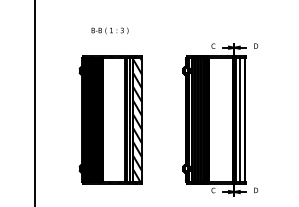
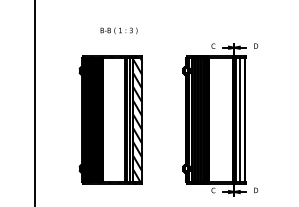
text at (109, 30) position: (109, 30) -> (118, 30)
